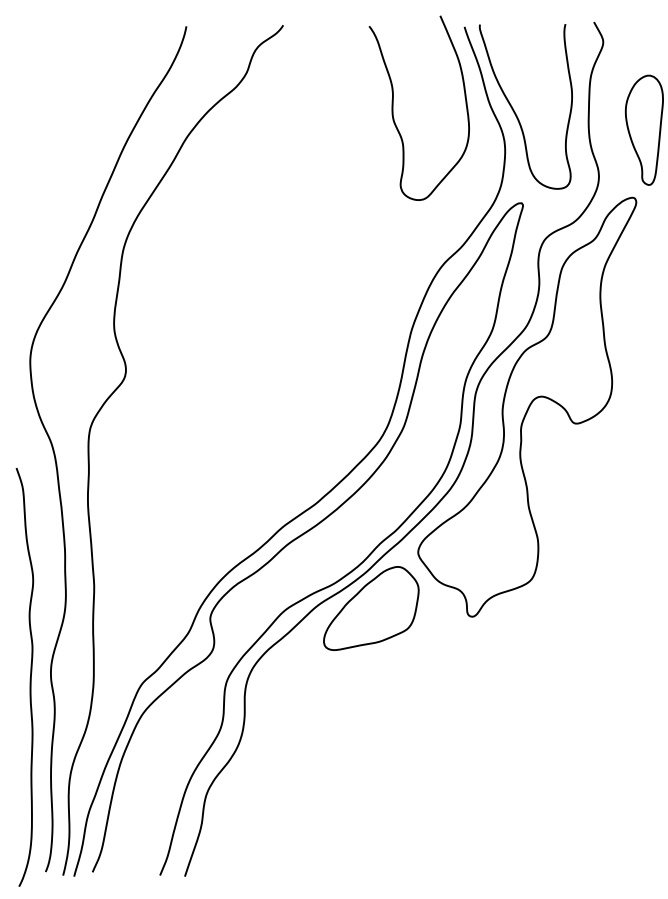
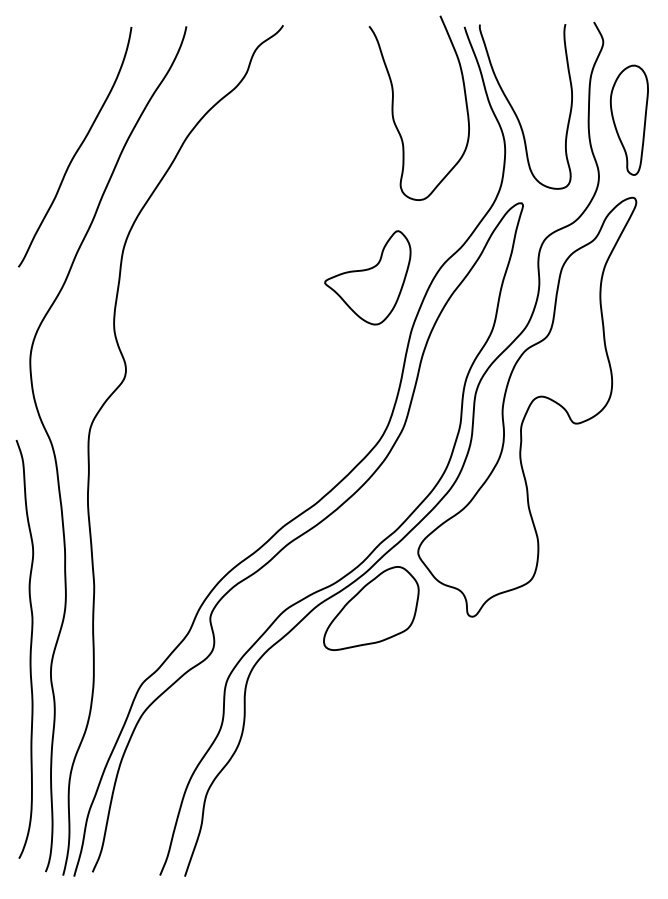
part at (643, 129) position: (643, 129) -> (628, 119)
curve at (77, 148): none -> present
part at (367, 277): none -> present
curve at (29, 678) position: (29, 678) -> (29, 650)
